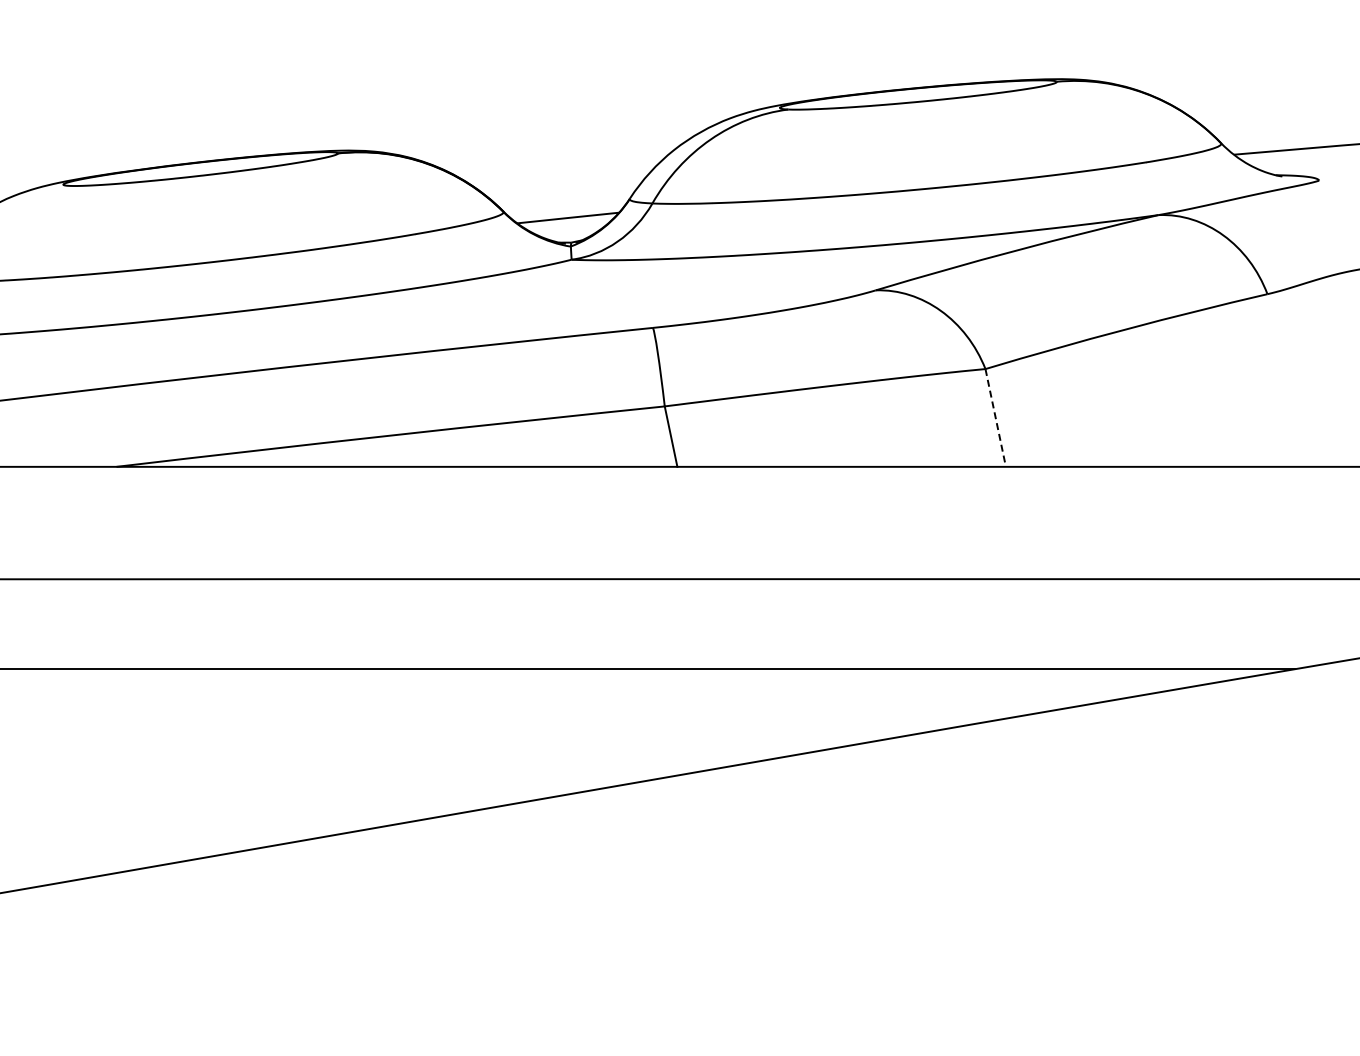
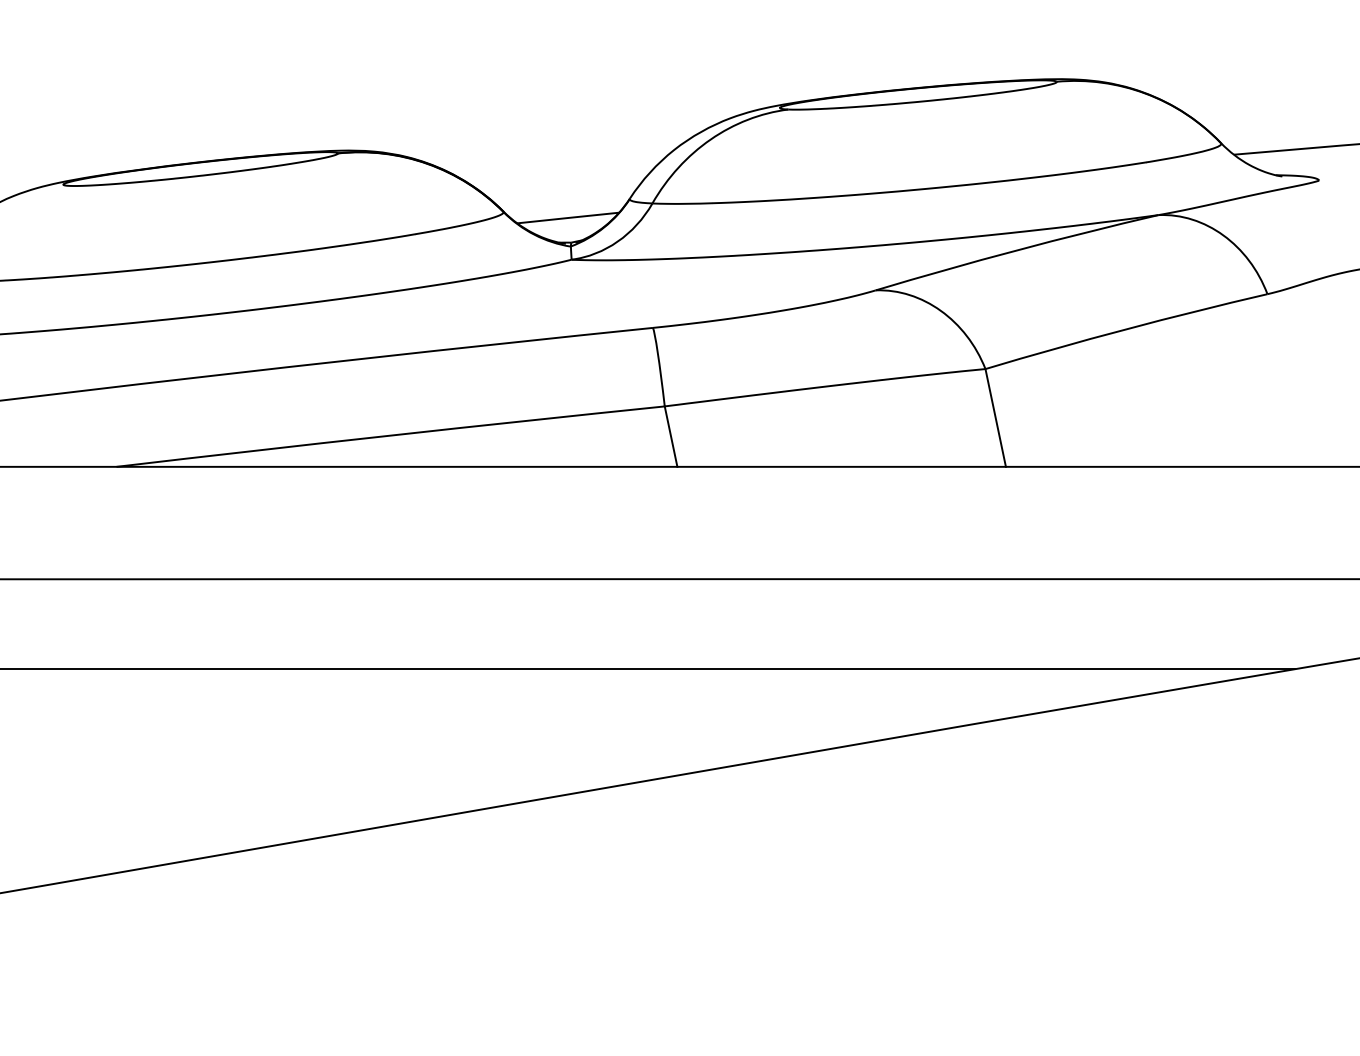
line at (995, 417): dashed -> solid
